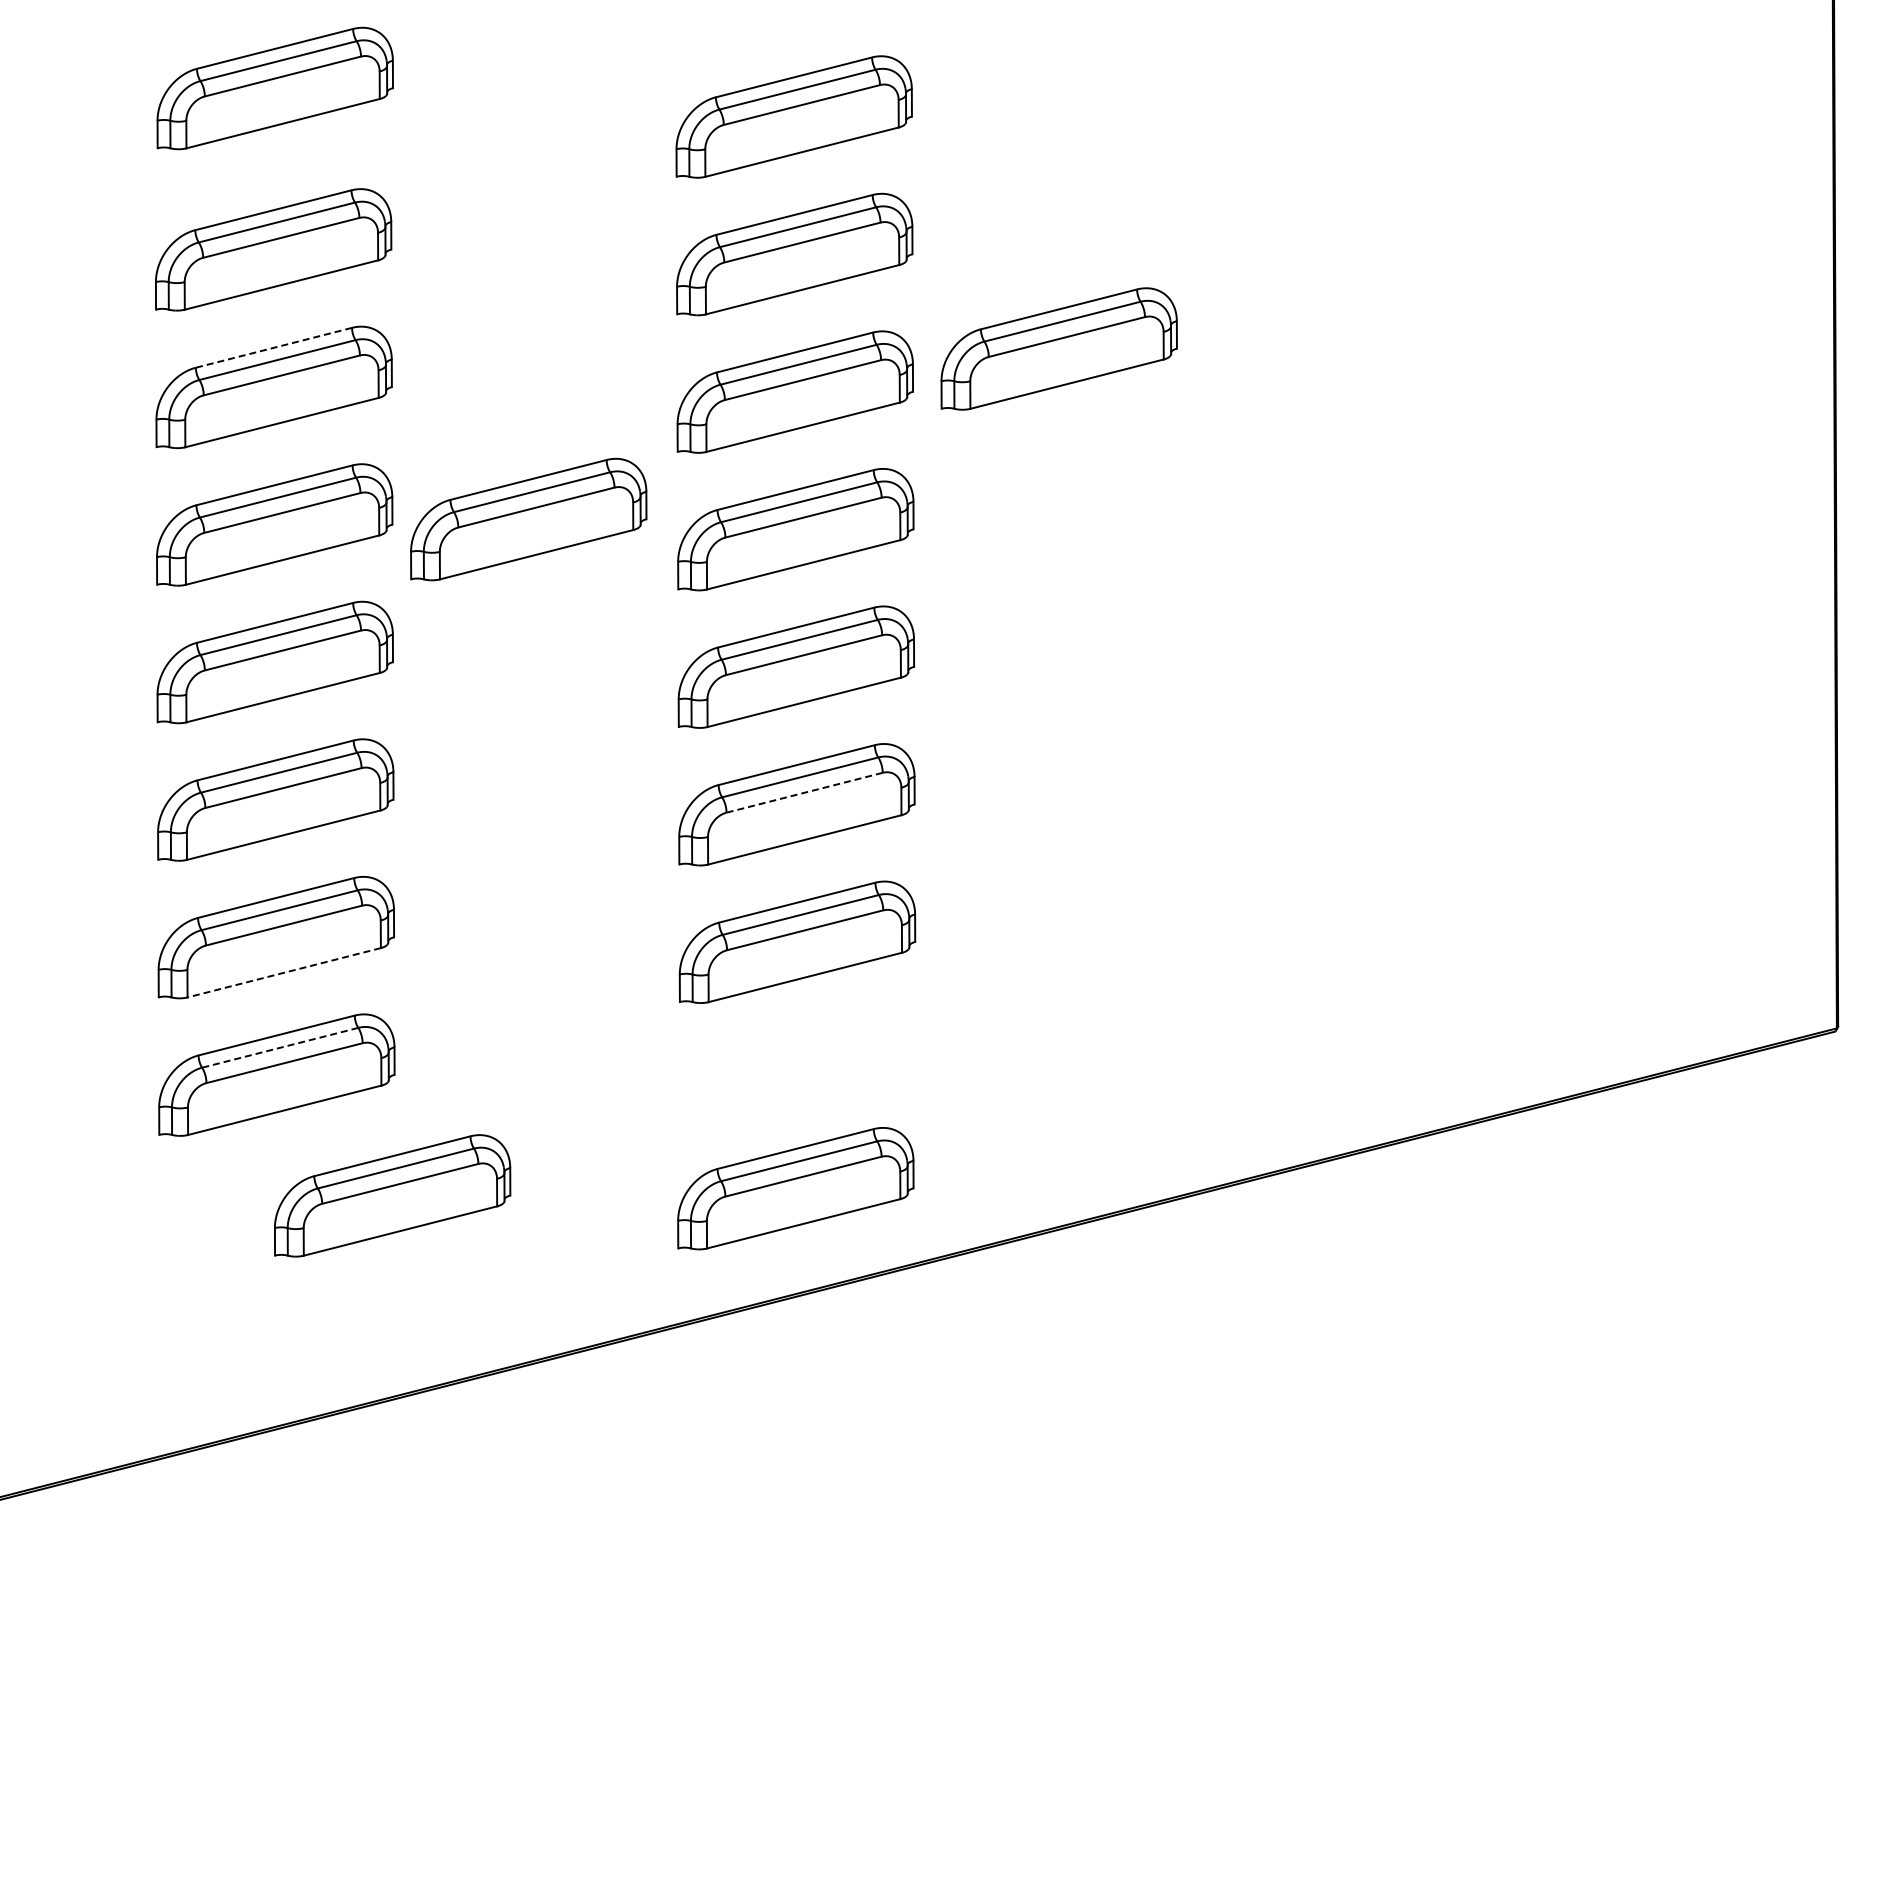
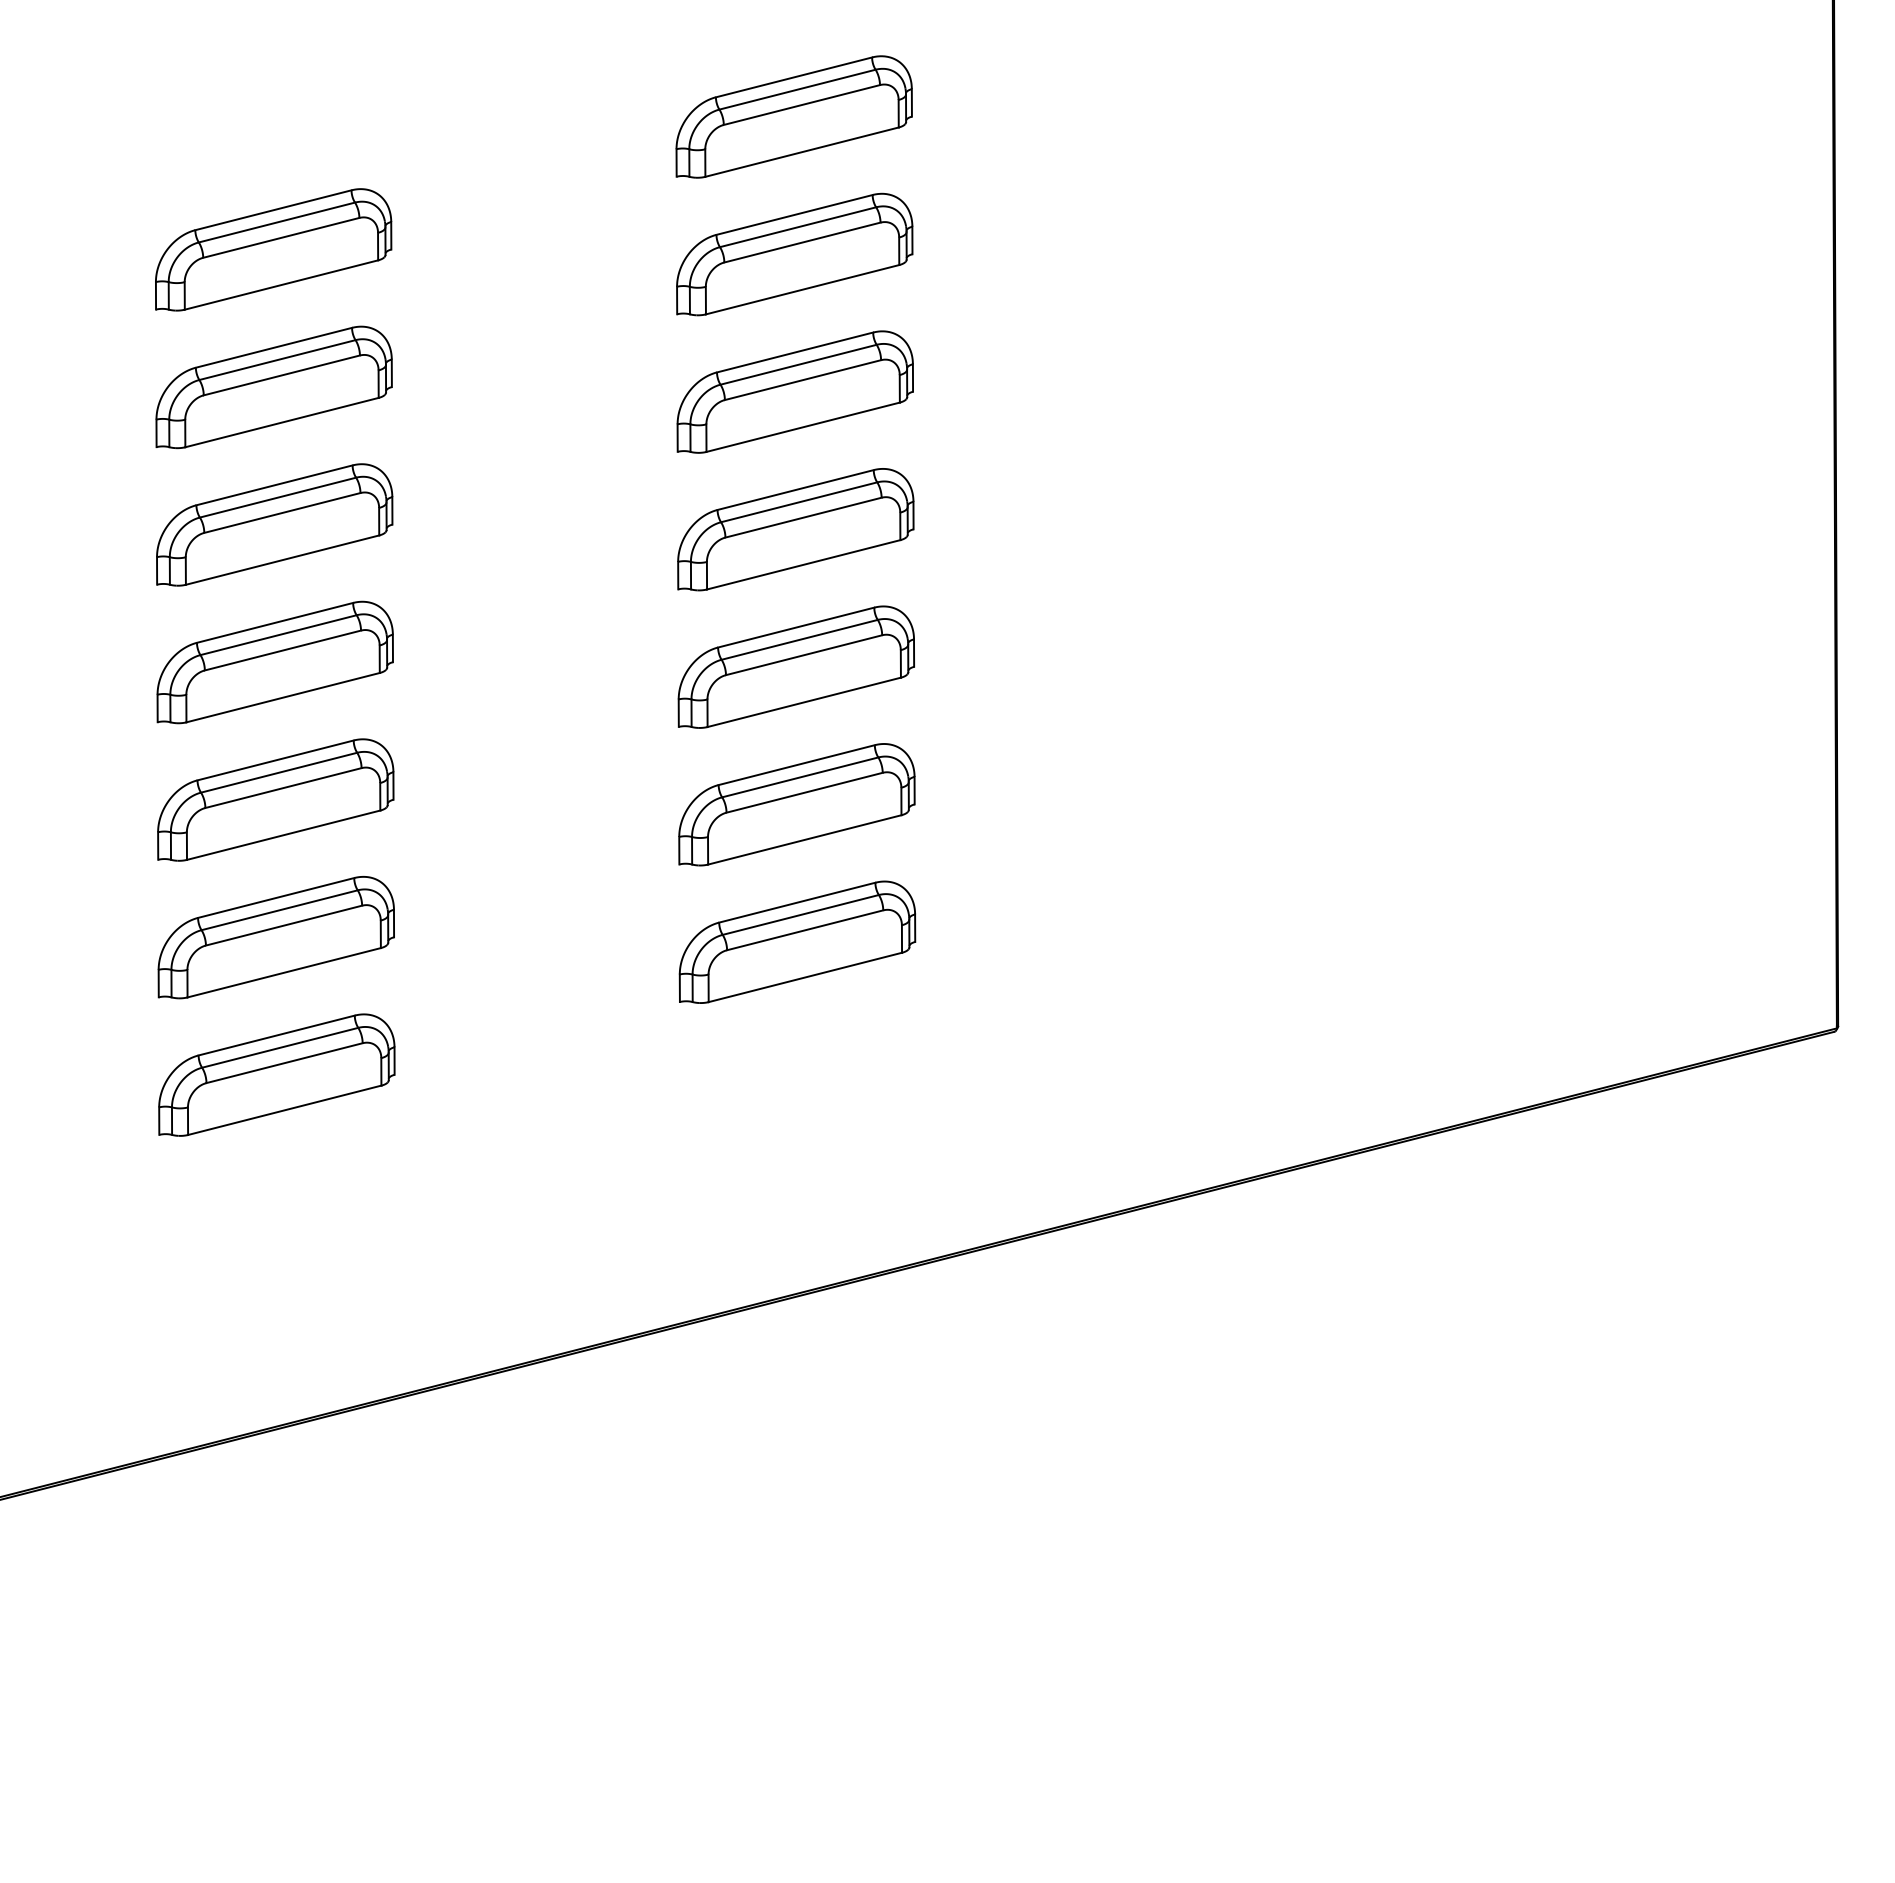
part at (274, 88): present -> none
line at (273, 347): dashed -> solid
part at (1058, 348): present -> none
part at (528, 519): present -> none
line at (804, 792): dashed -> solid
line at (284, 972): dashed -> solid
line at (280, 1047): dashed -> solid
part at (795, 1188): present -> none
part at (392, 1195): present -> none
